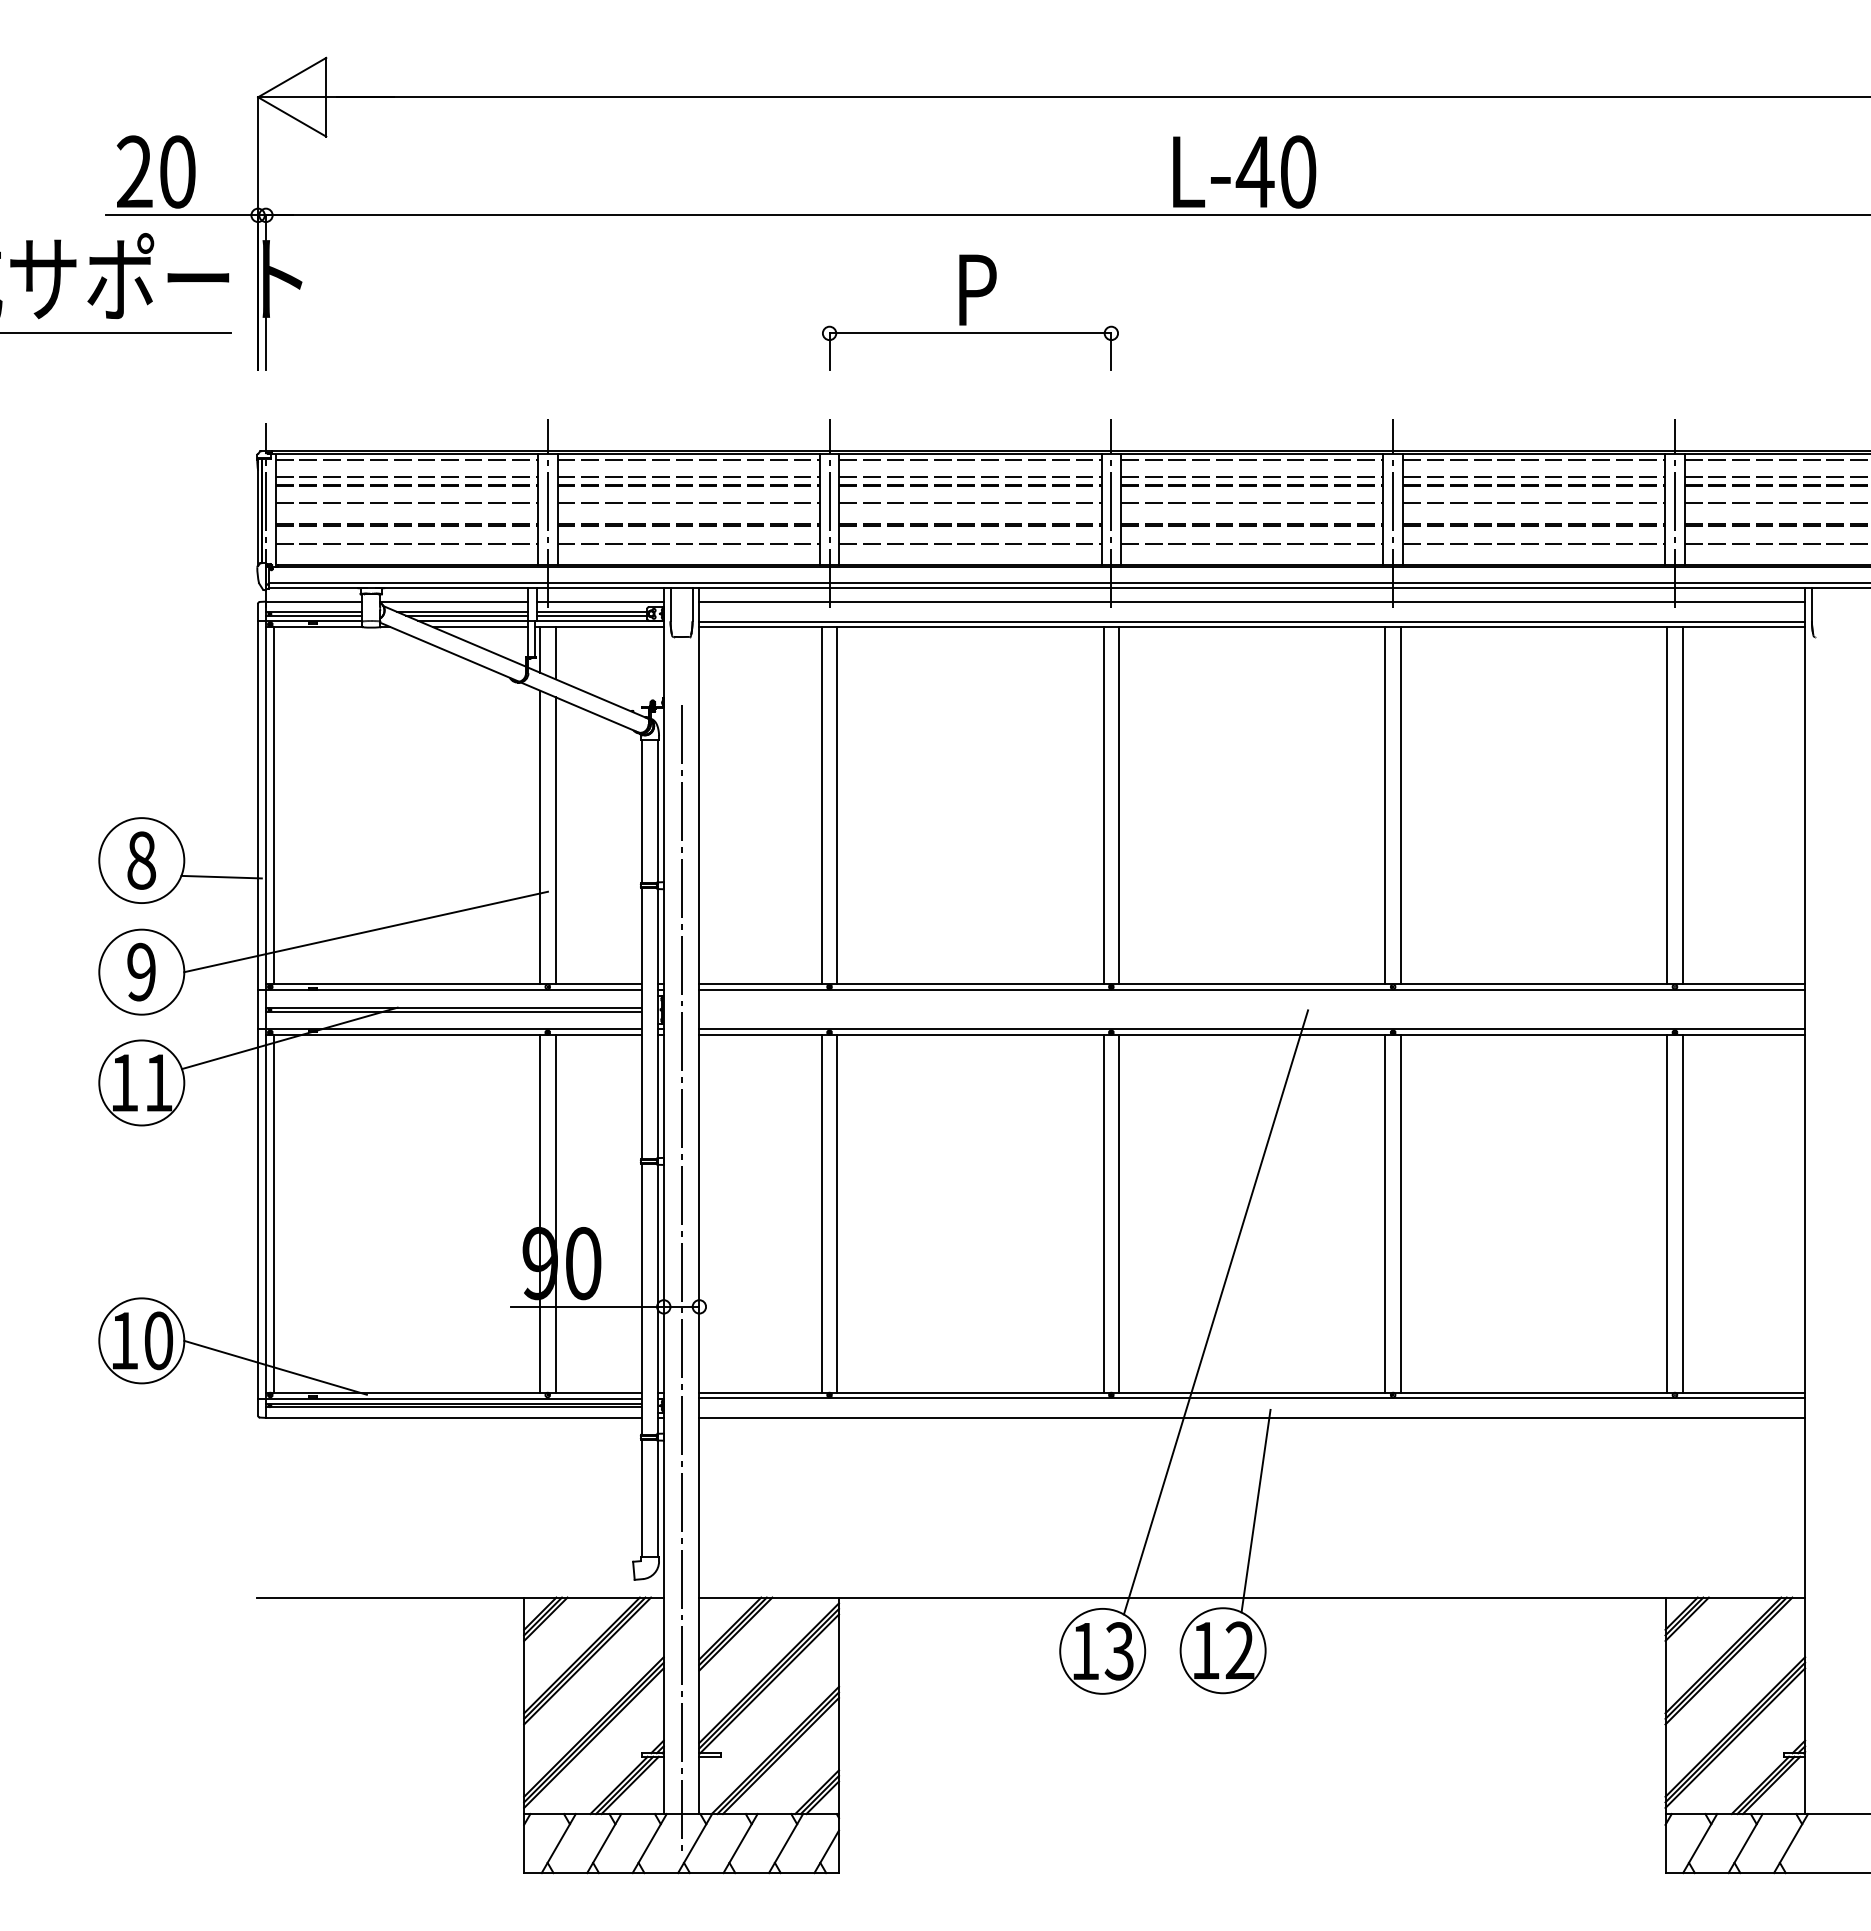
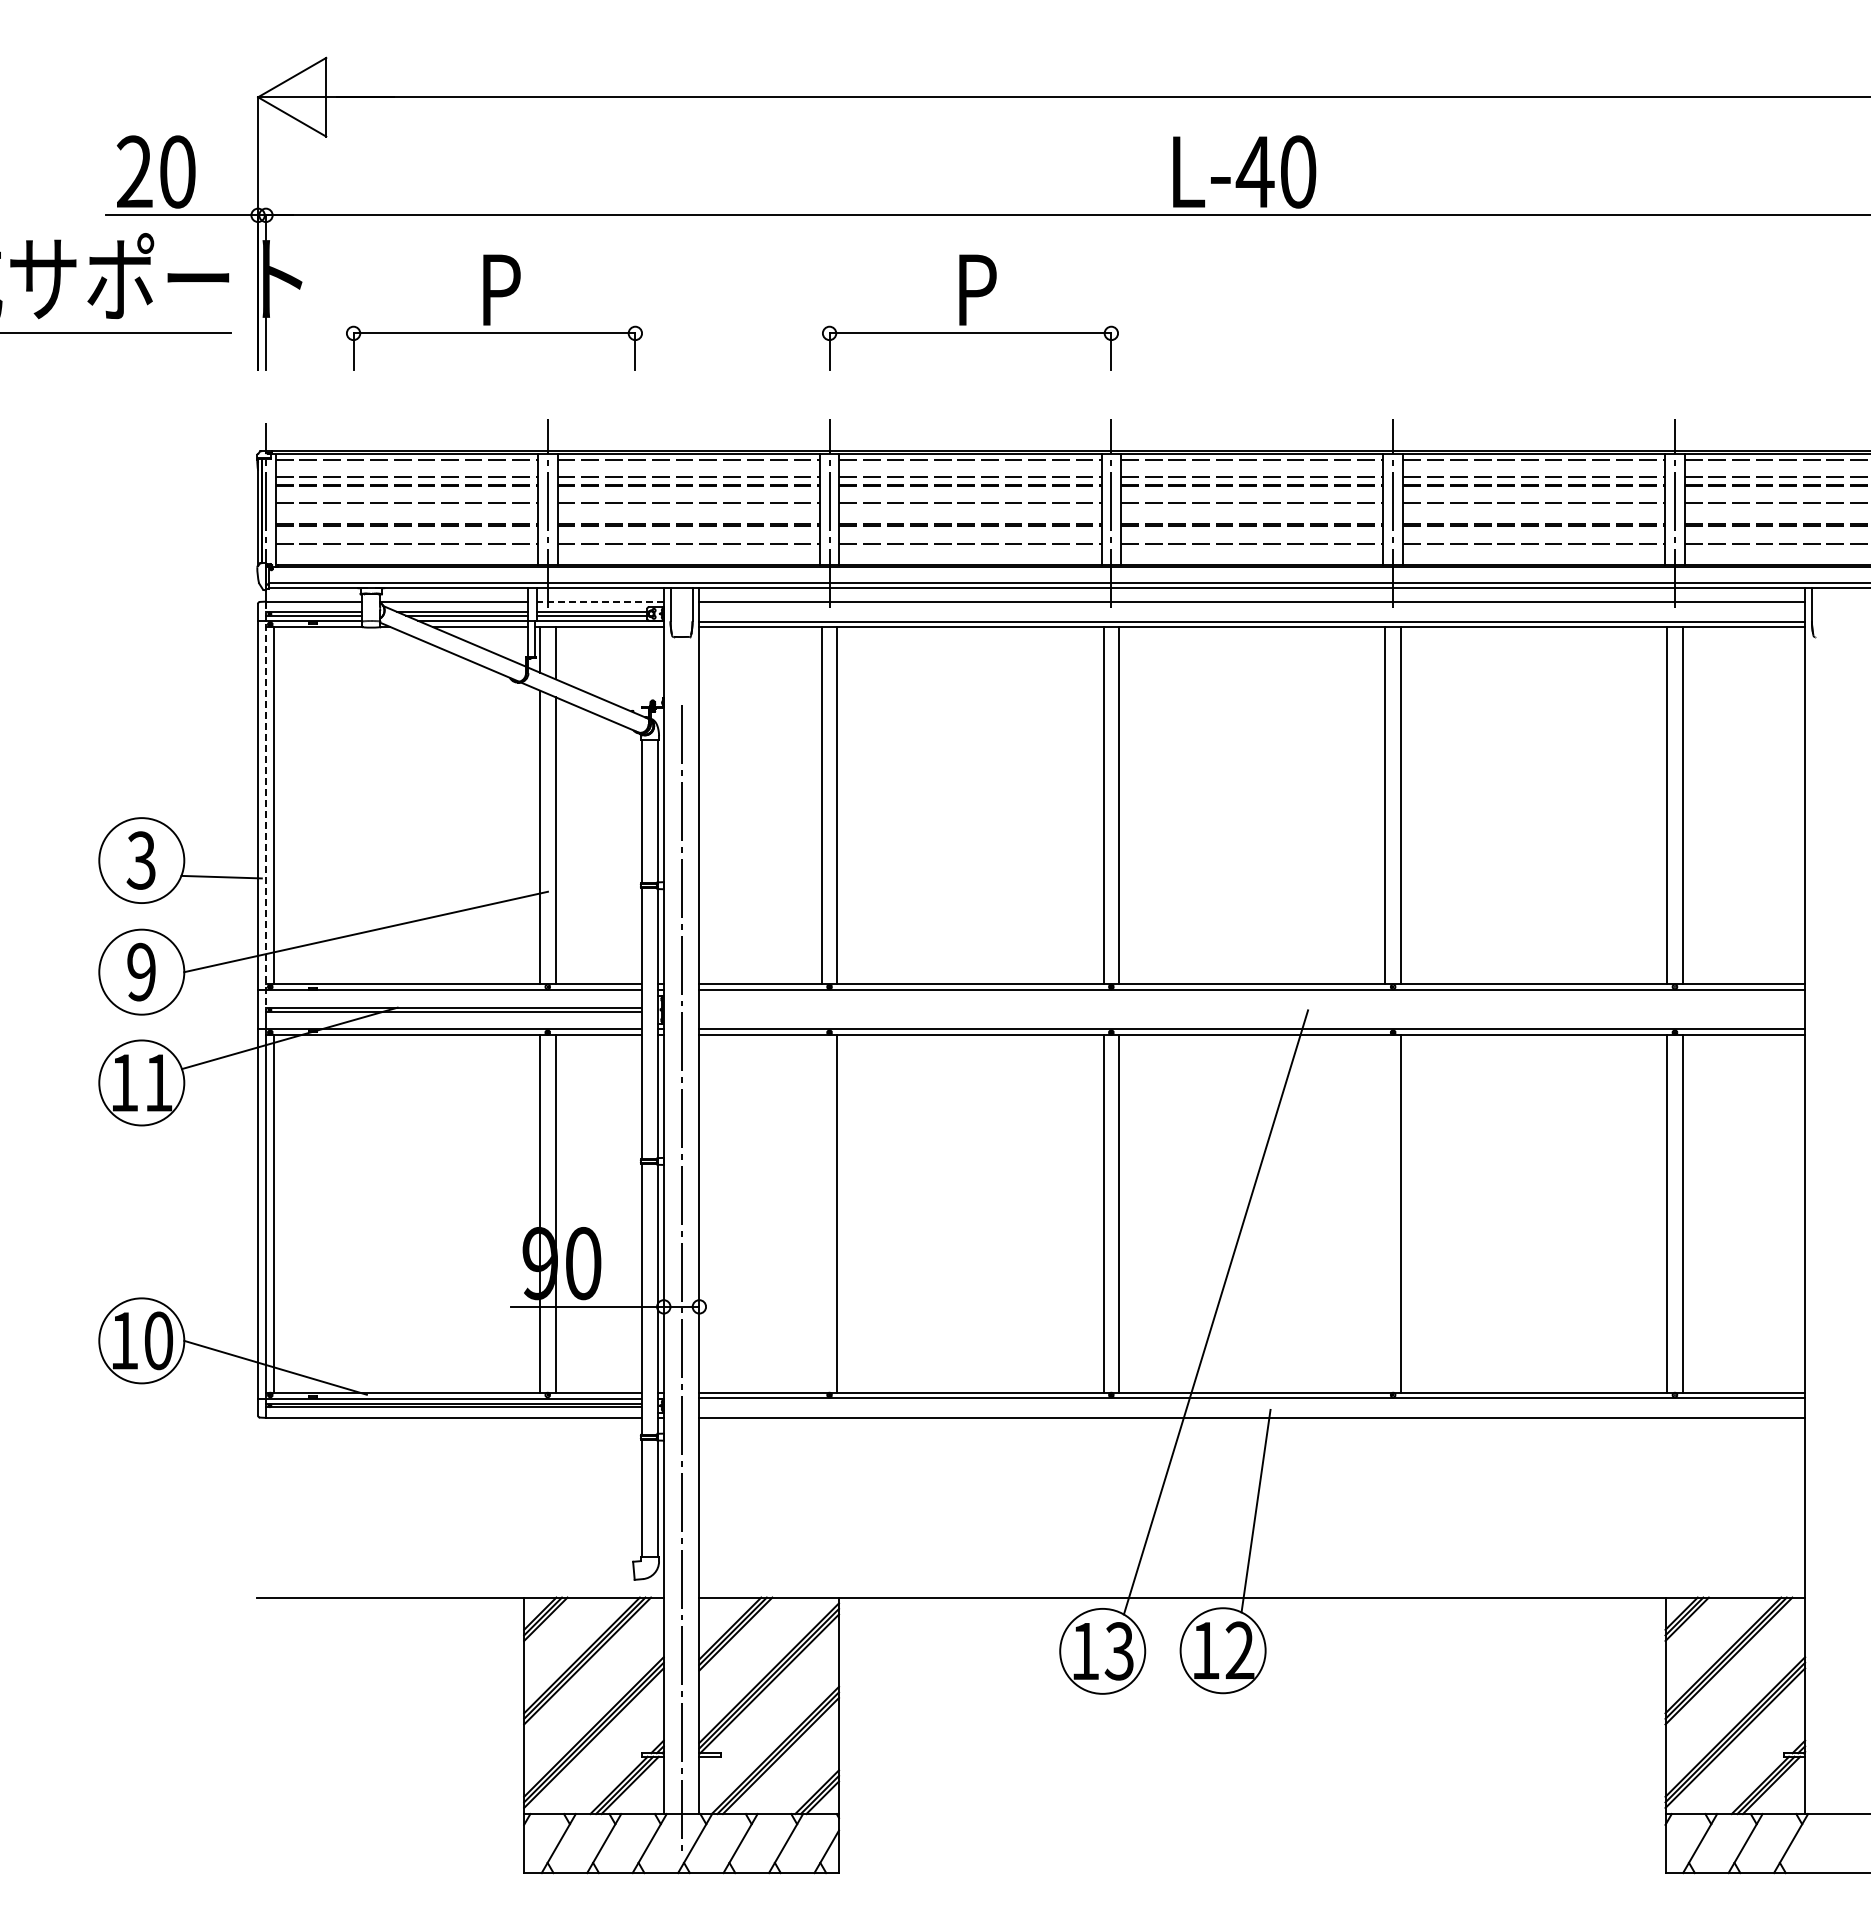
part at (494, 312): none -> present
line at (600, 601): solid -> dashed
line at (265, 806): solid -> dashed
text at (141, 860): 8 -> 3
line at (821, 1213): present -> none
line at (1385, 1213): present -> none
